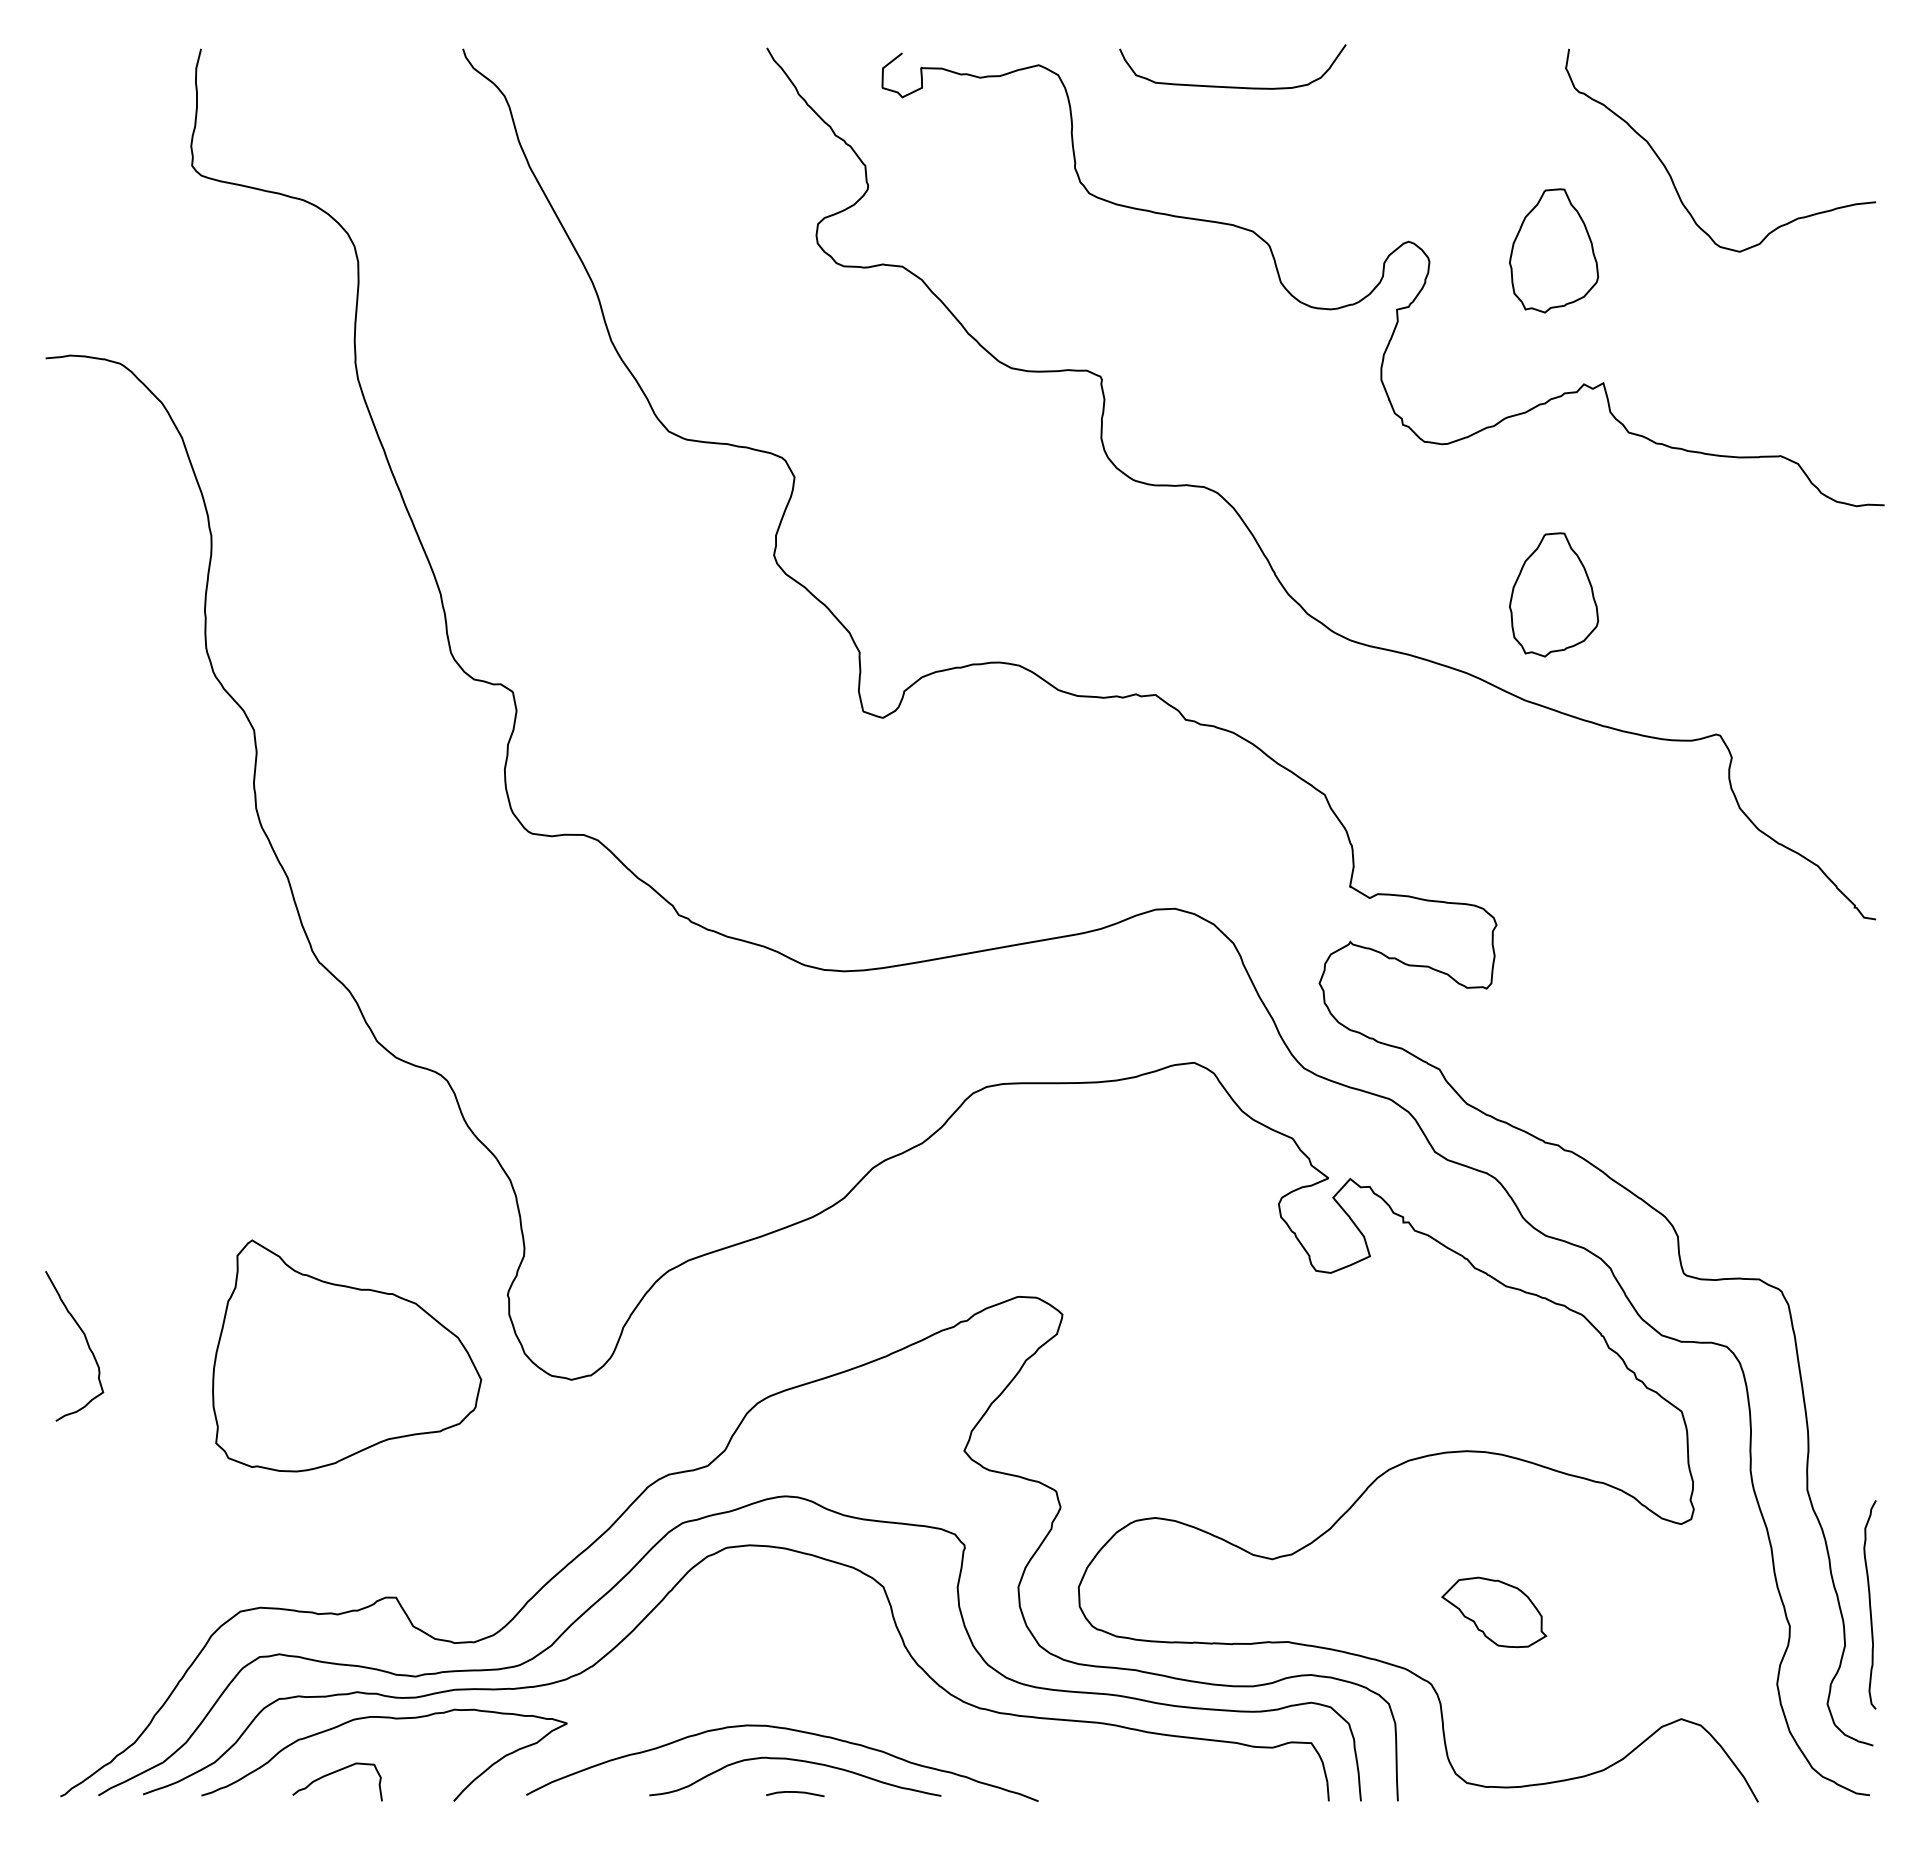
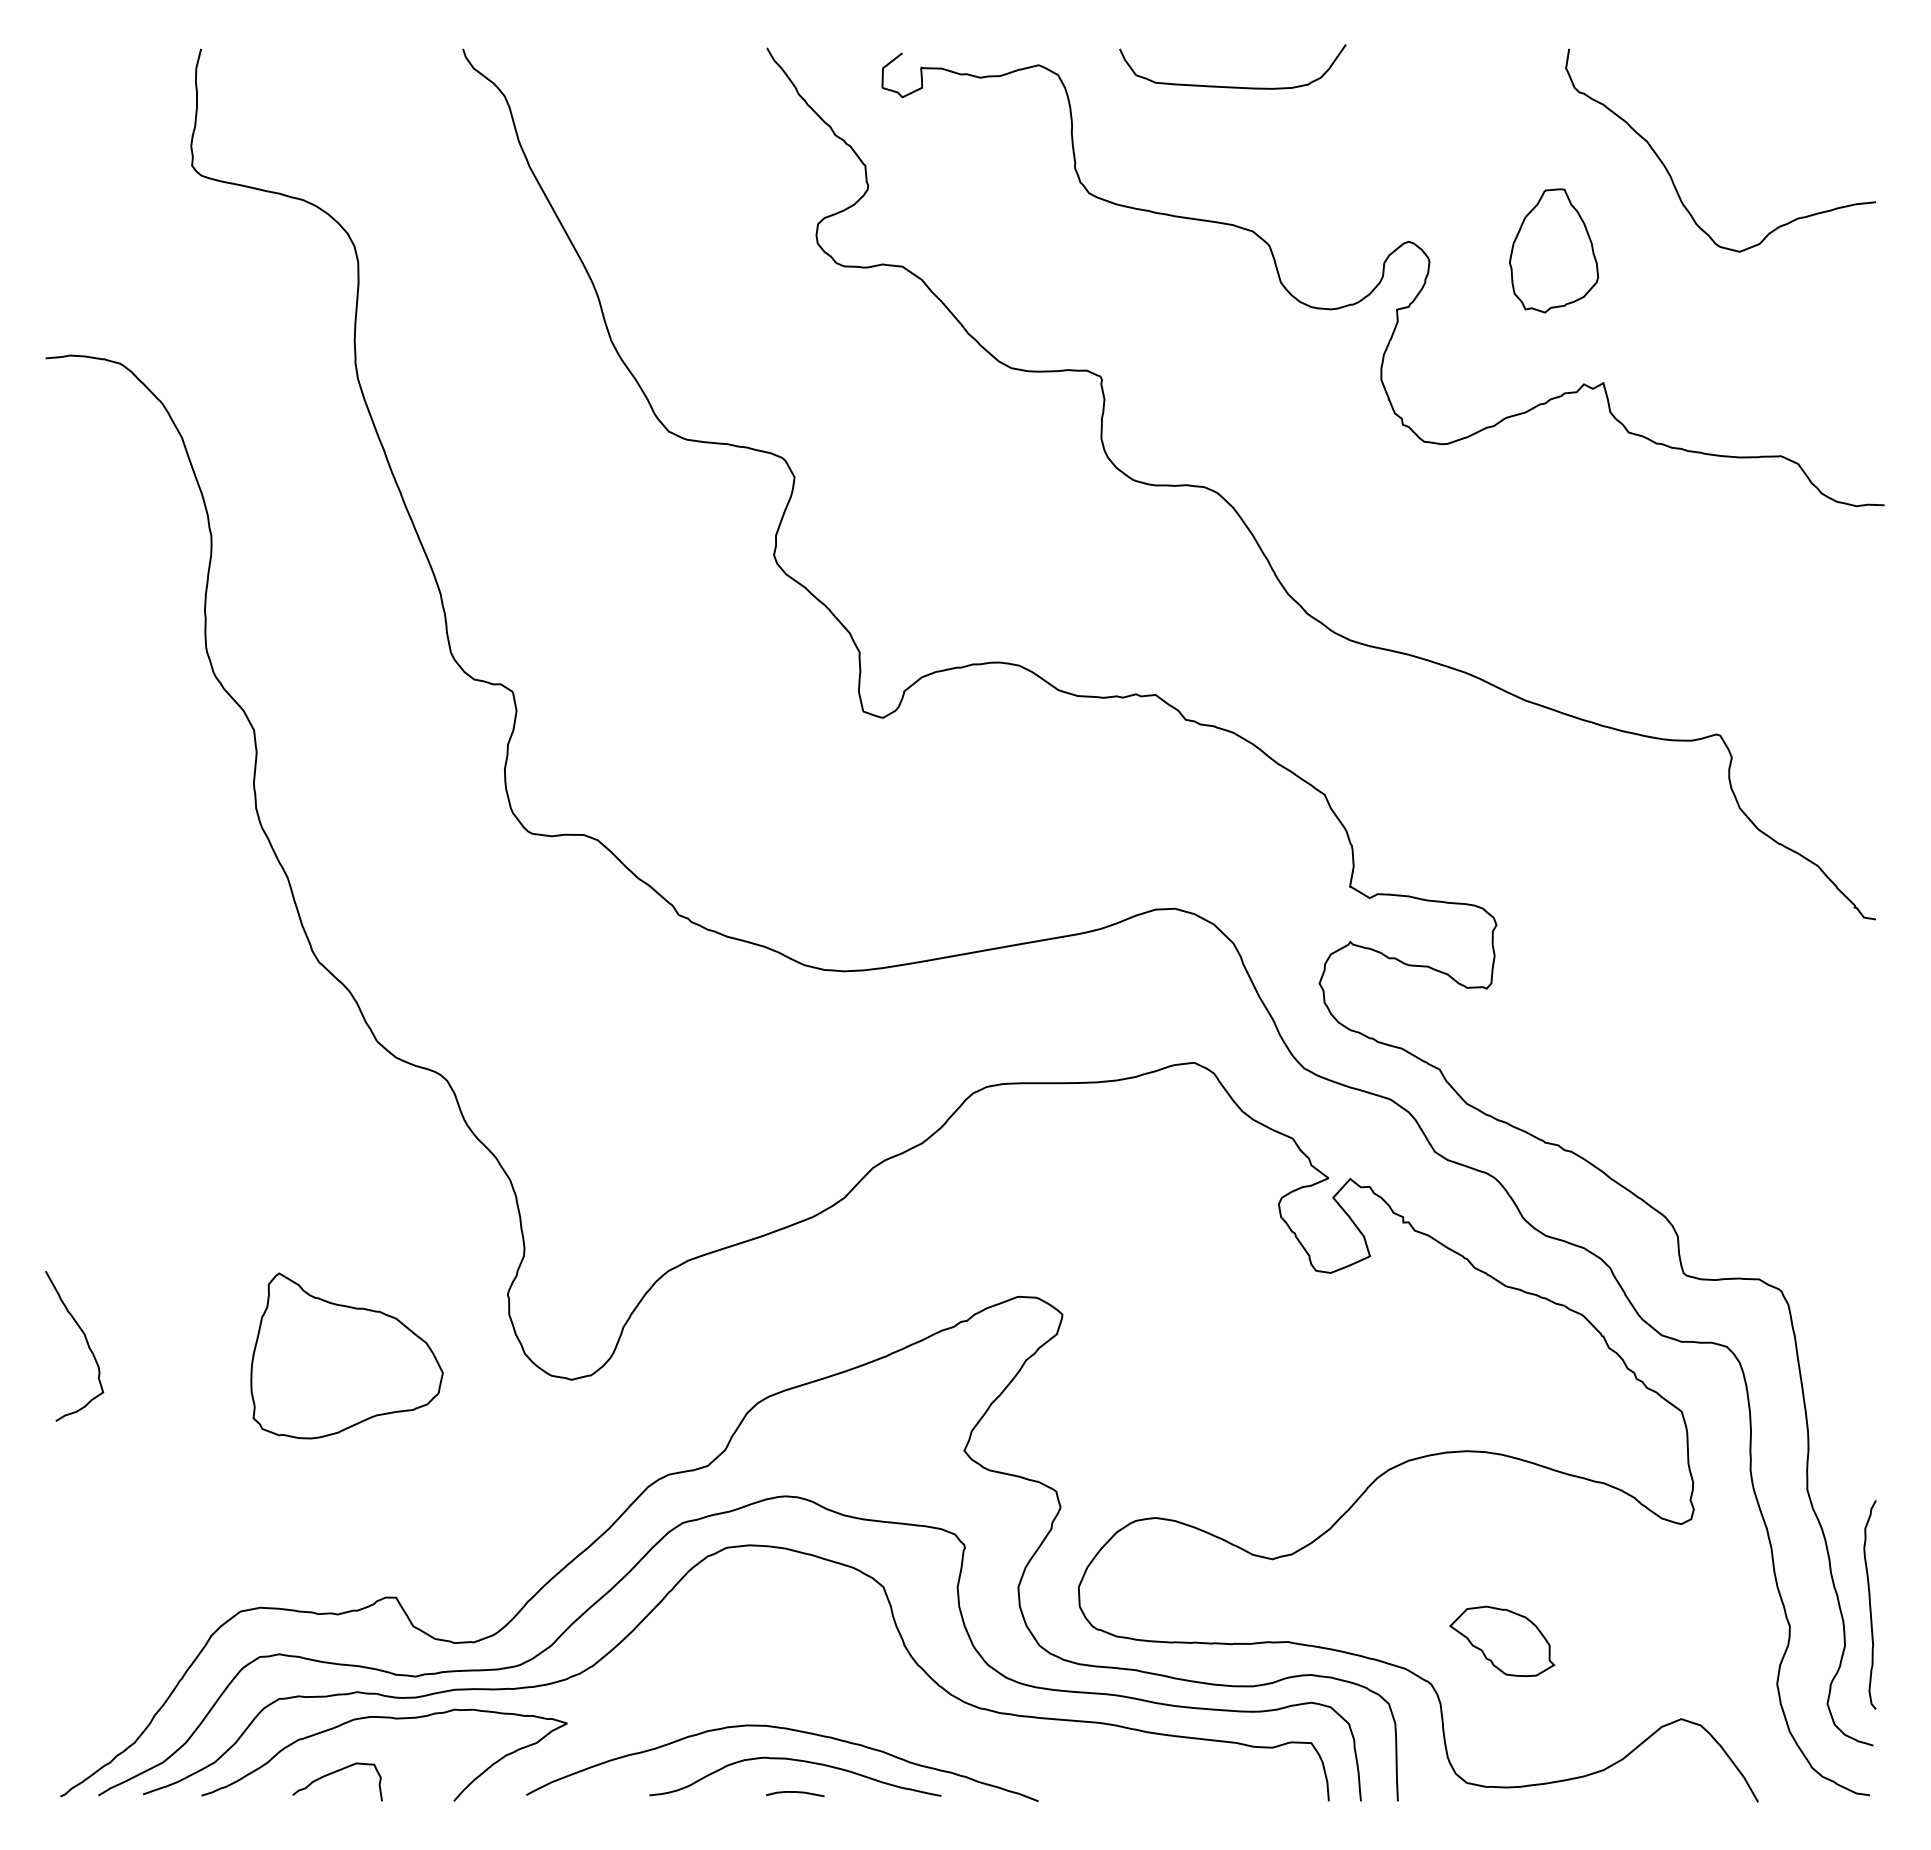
part at (1553, 594): present -> none
part at (347, 1355) size: 271x234 px -> 194x168 px
part at (1494, 1611) position: (1494, 1611) -> (1502, 1640)
